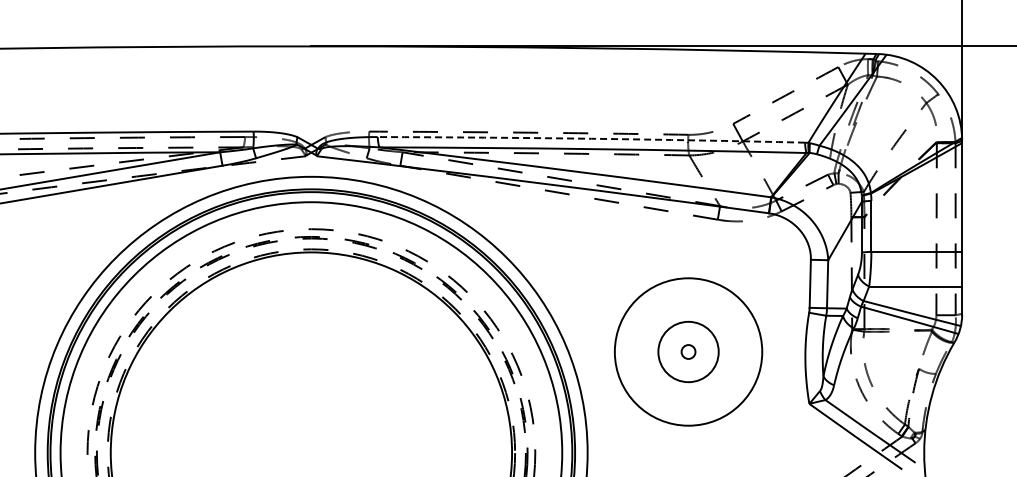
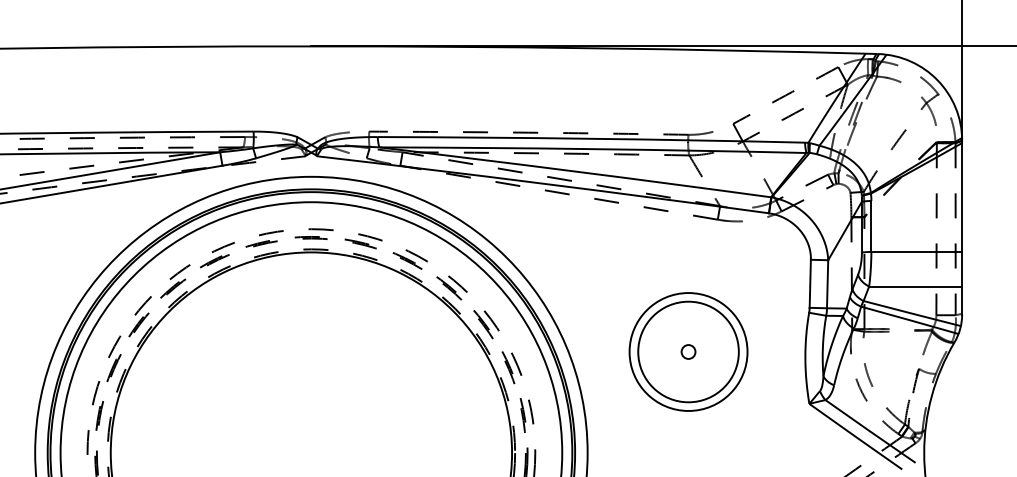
arc at (591, 138): dashed -> solid
circle at (688, 351) diameter: 147 px -> 118 px
circle at (688, 351) diameter: 60 px -> 101 px
